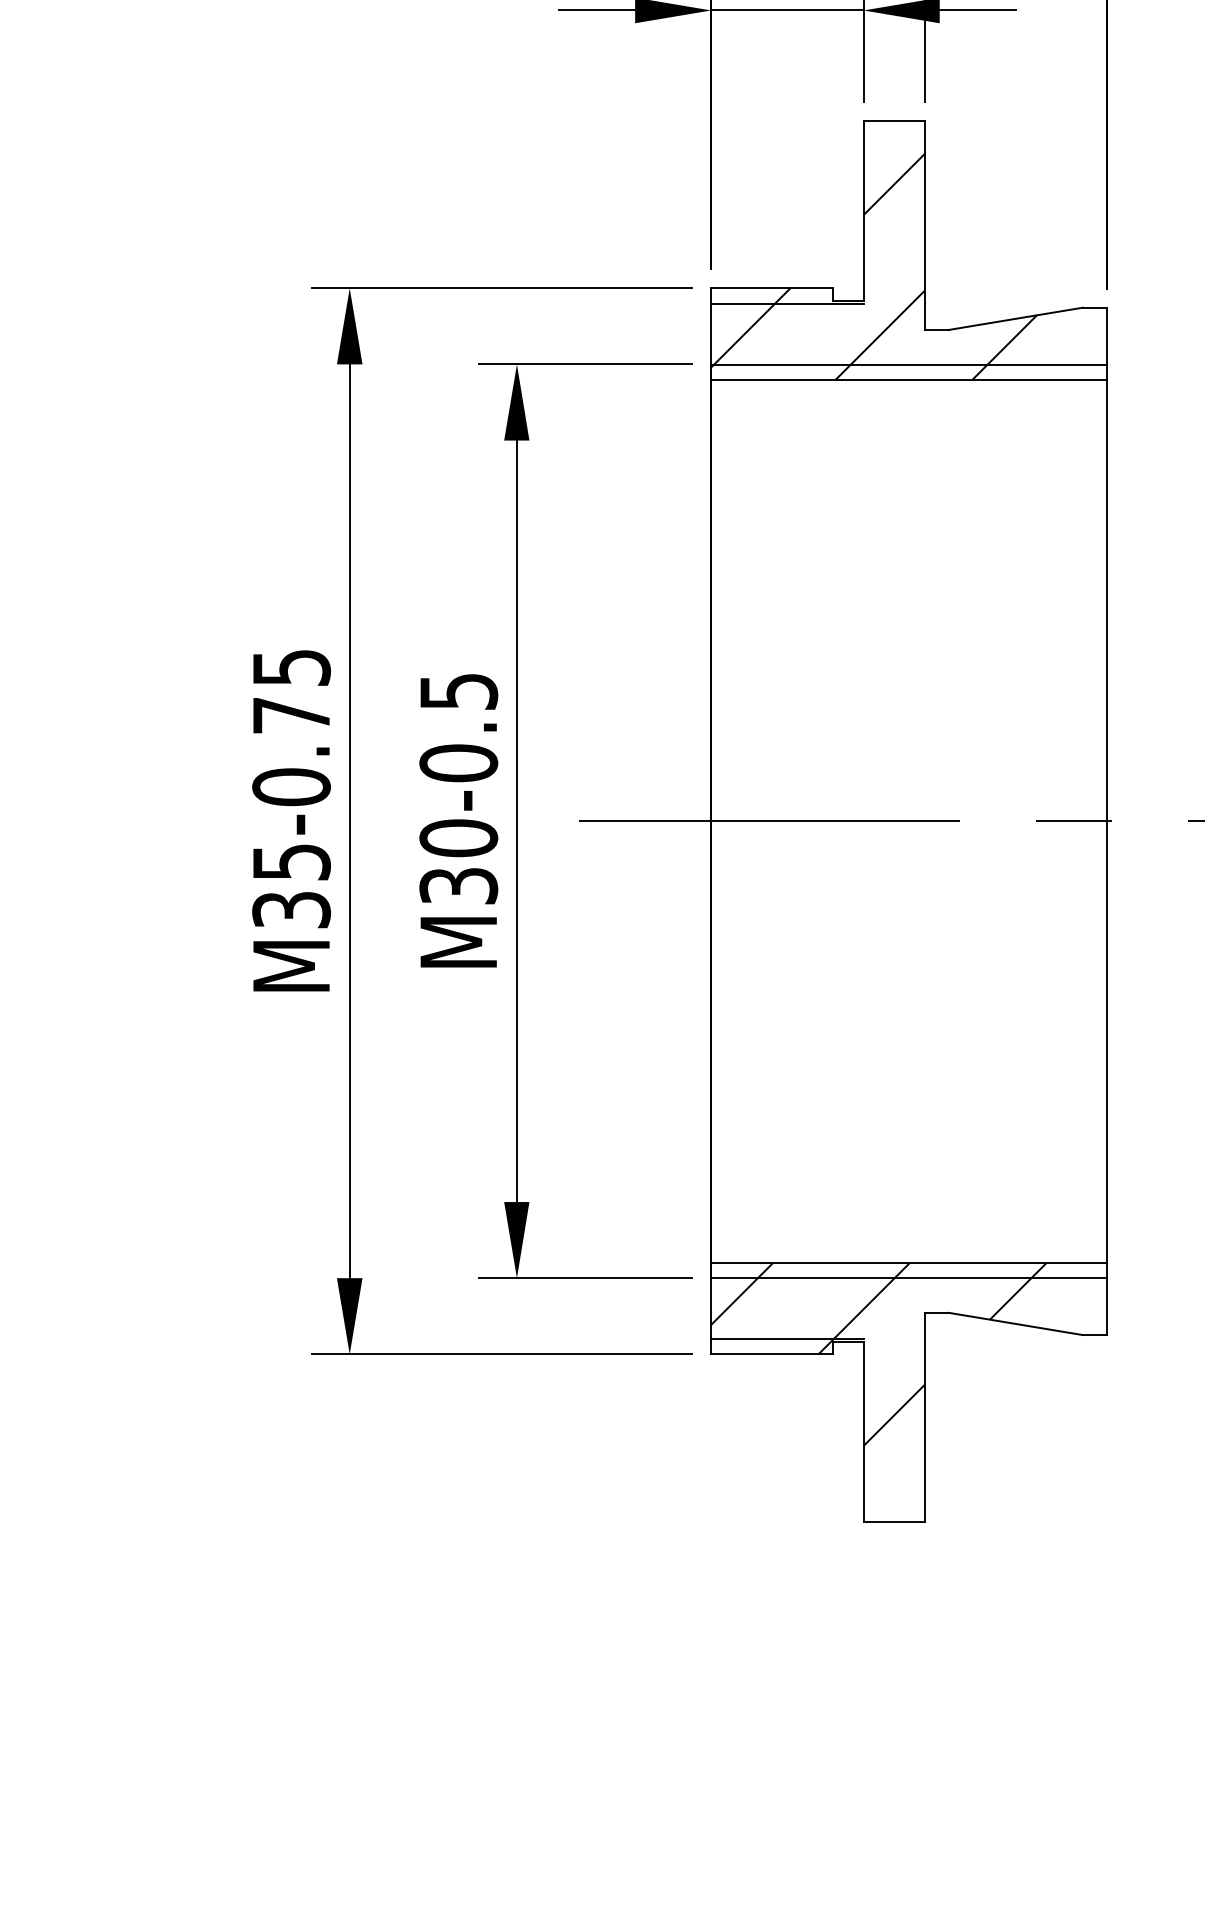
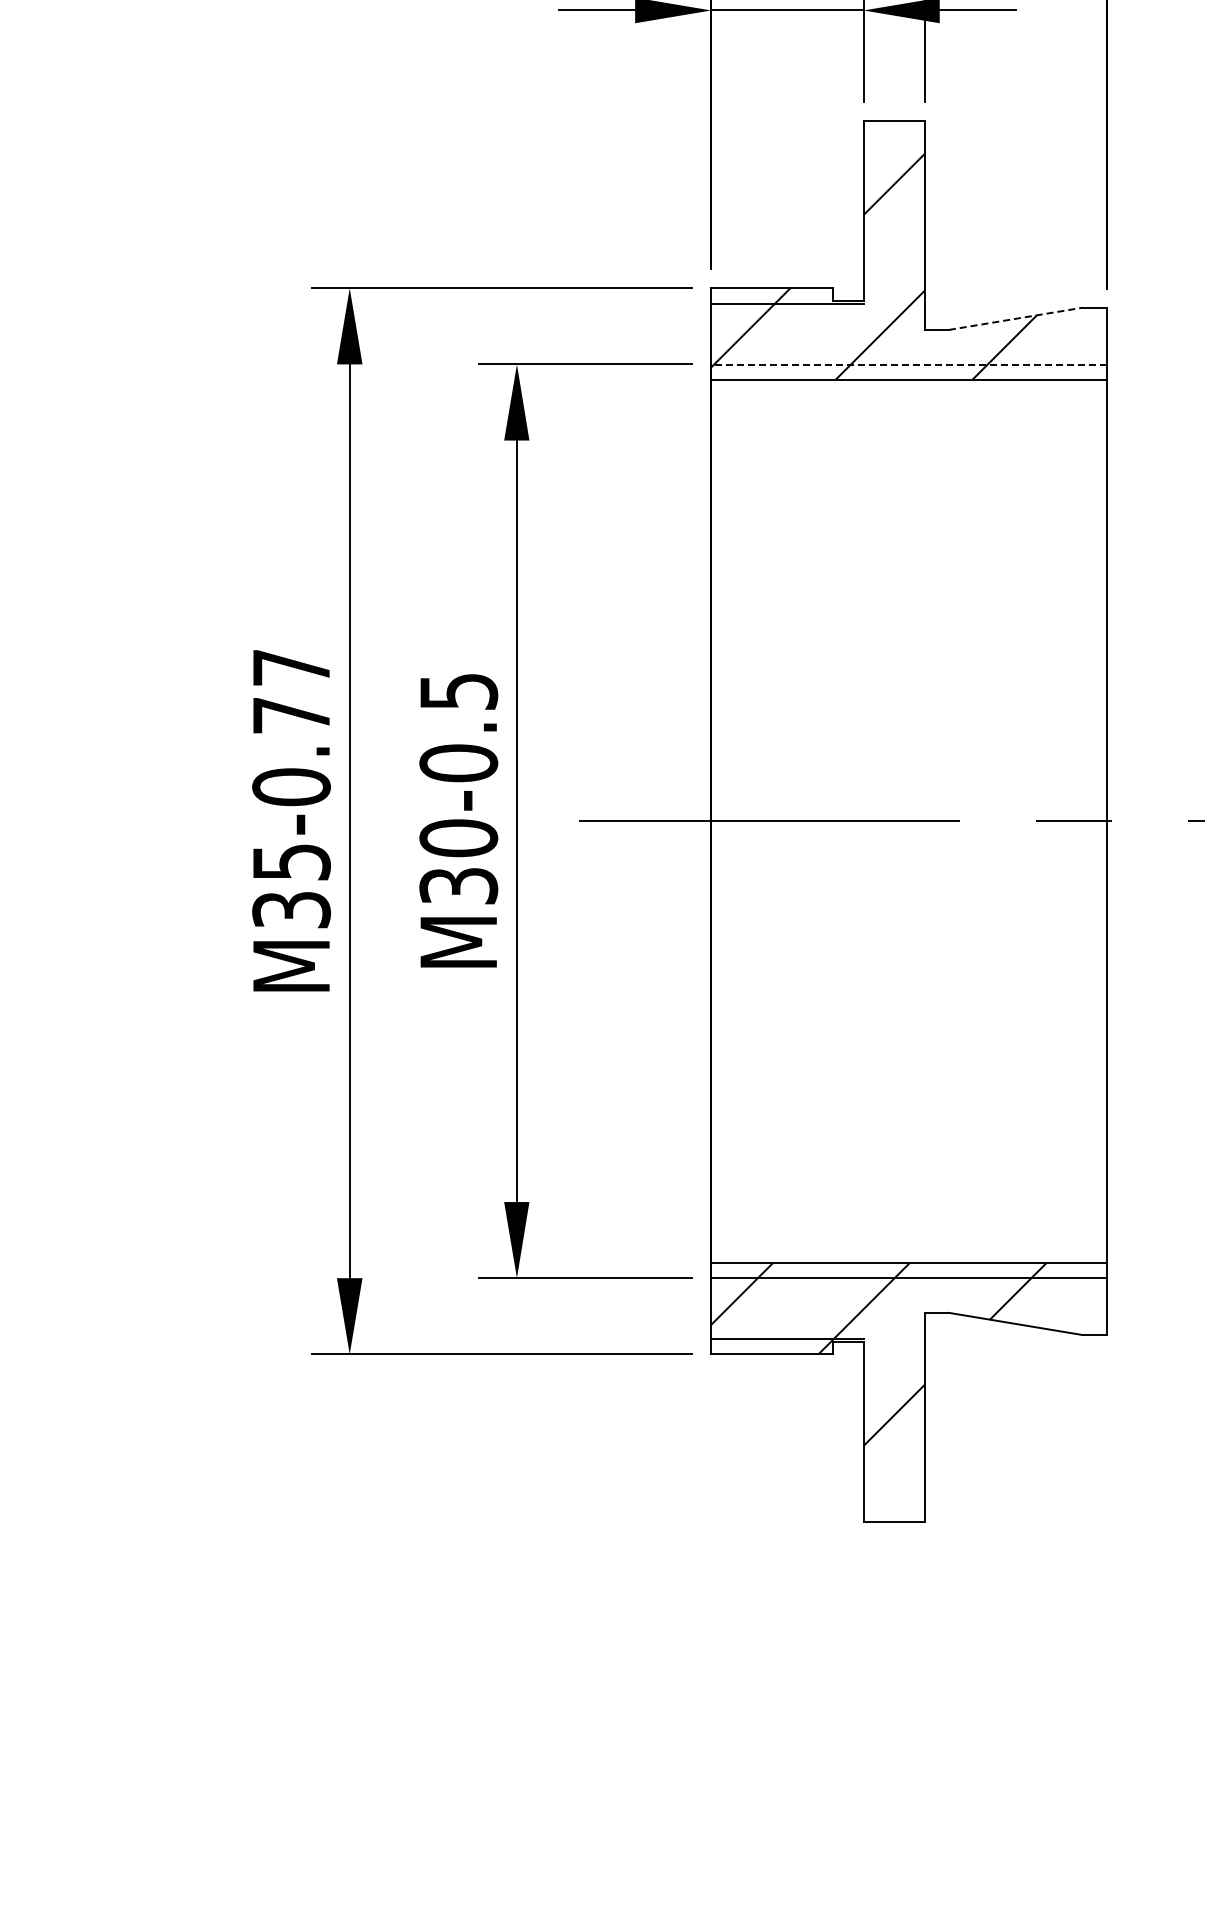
line at (1015, 318): solid -> dashed
line at (909, 364): solid -> dashed
text at (291, 667): M35-0.75 -> M35-0.77
